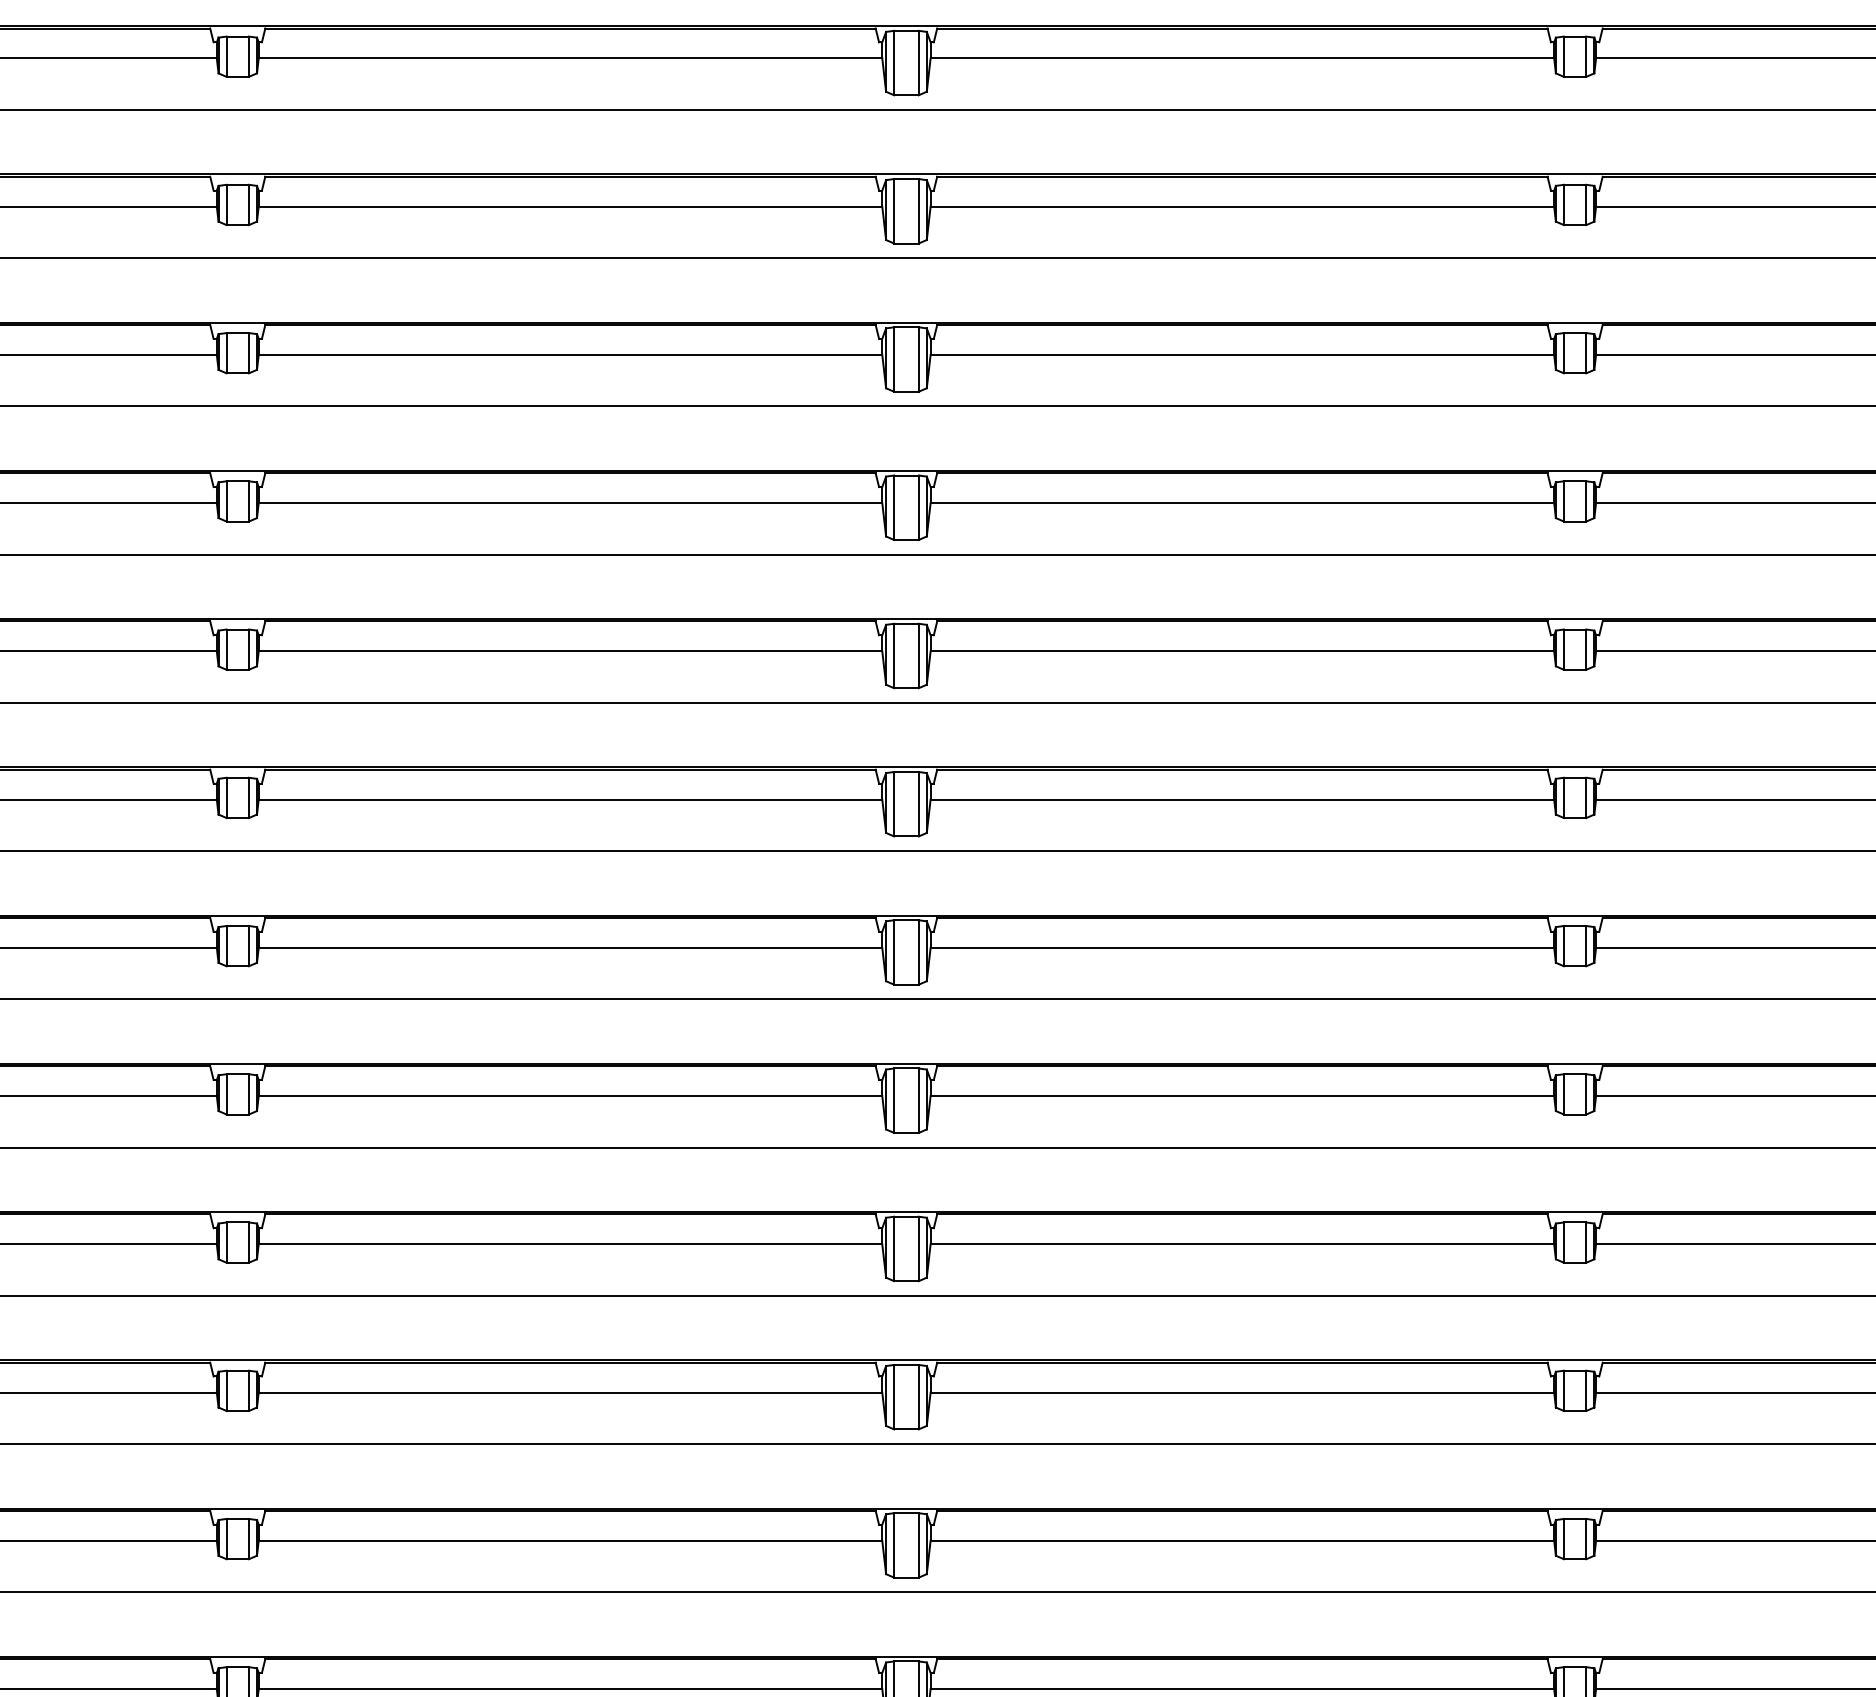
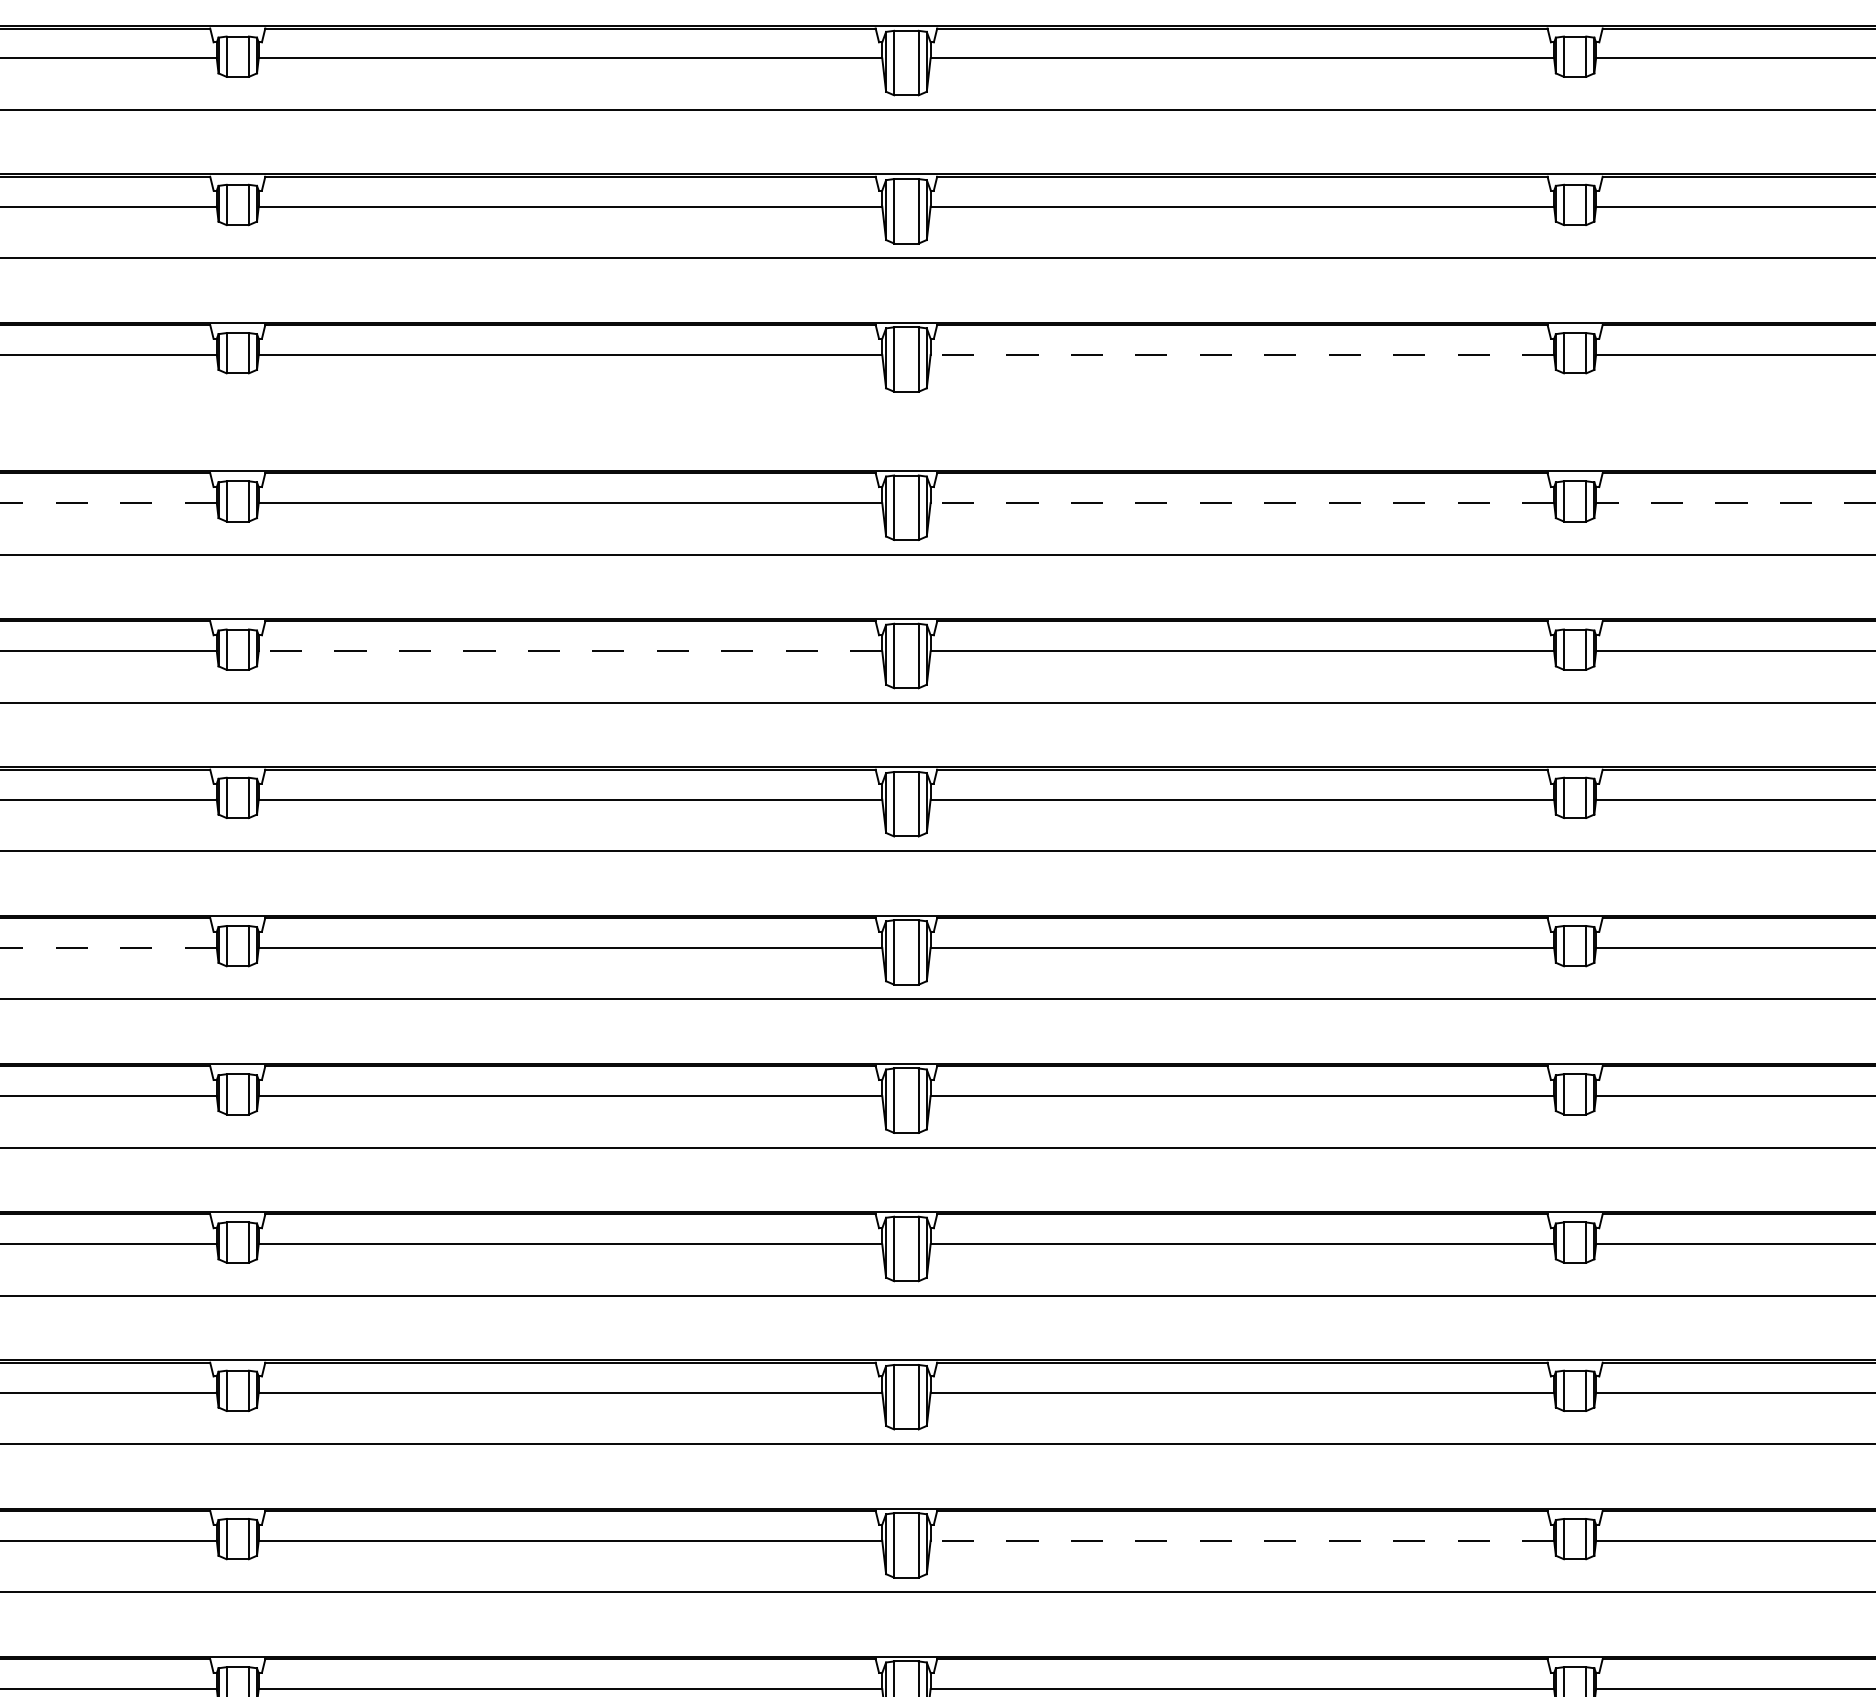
line at (1242, 354): solid -> dashed
line at (937, 406): present -> none
line at (108, 503): solid -> dashed
line at (1242, 503): solid -> dashed
line at (1735, 503): solid -> dashed
line at (570, 651): solid -> dashed
line at (108, 947): solid -> dashed
line at (1242, 1540): solid -> dashed
